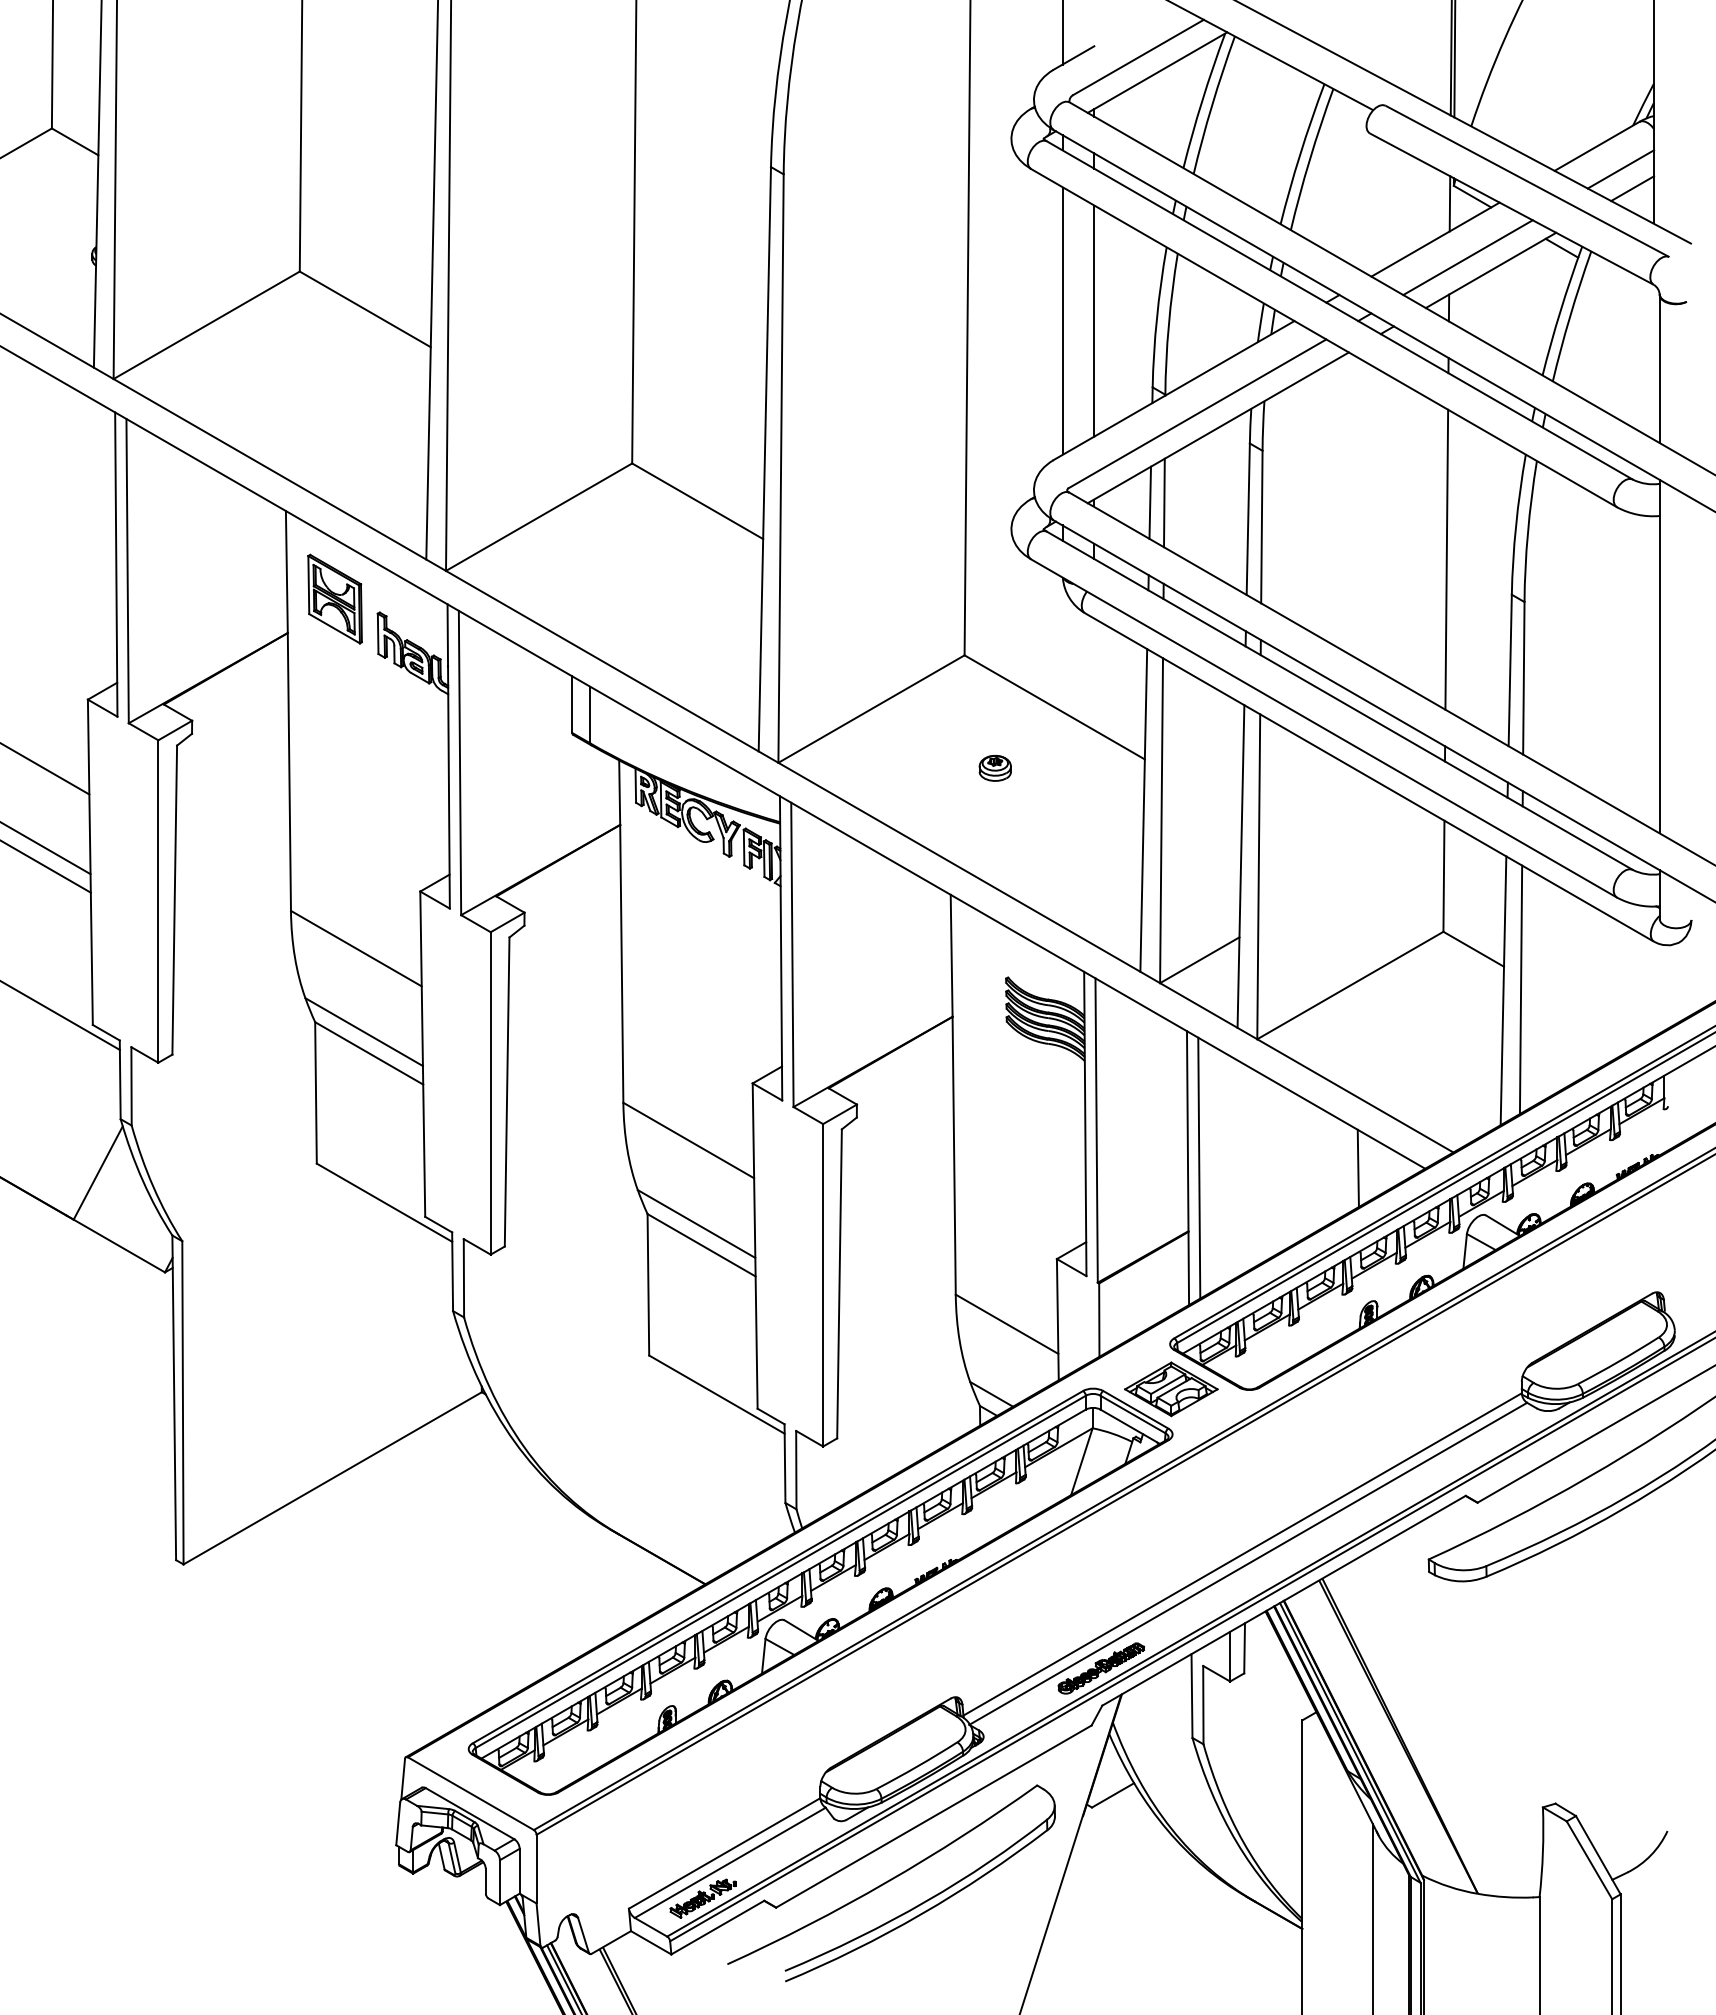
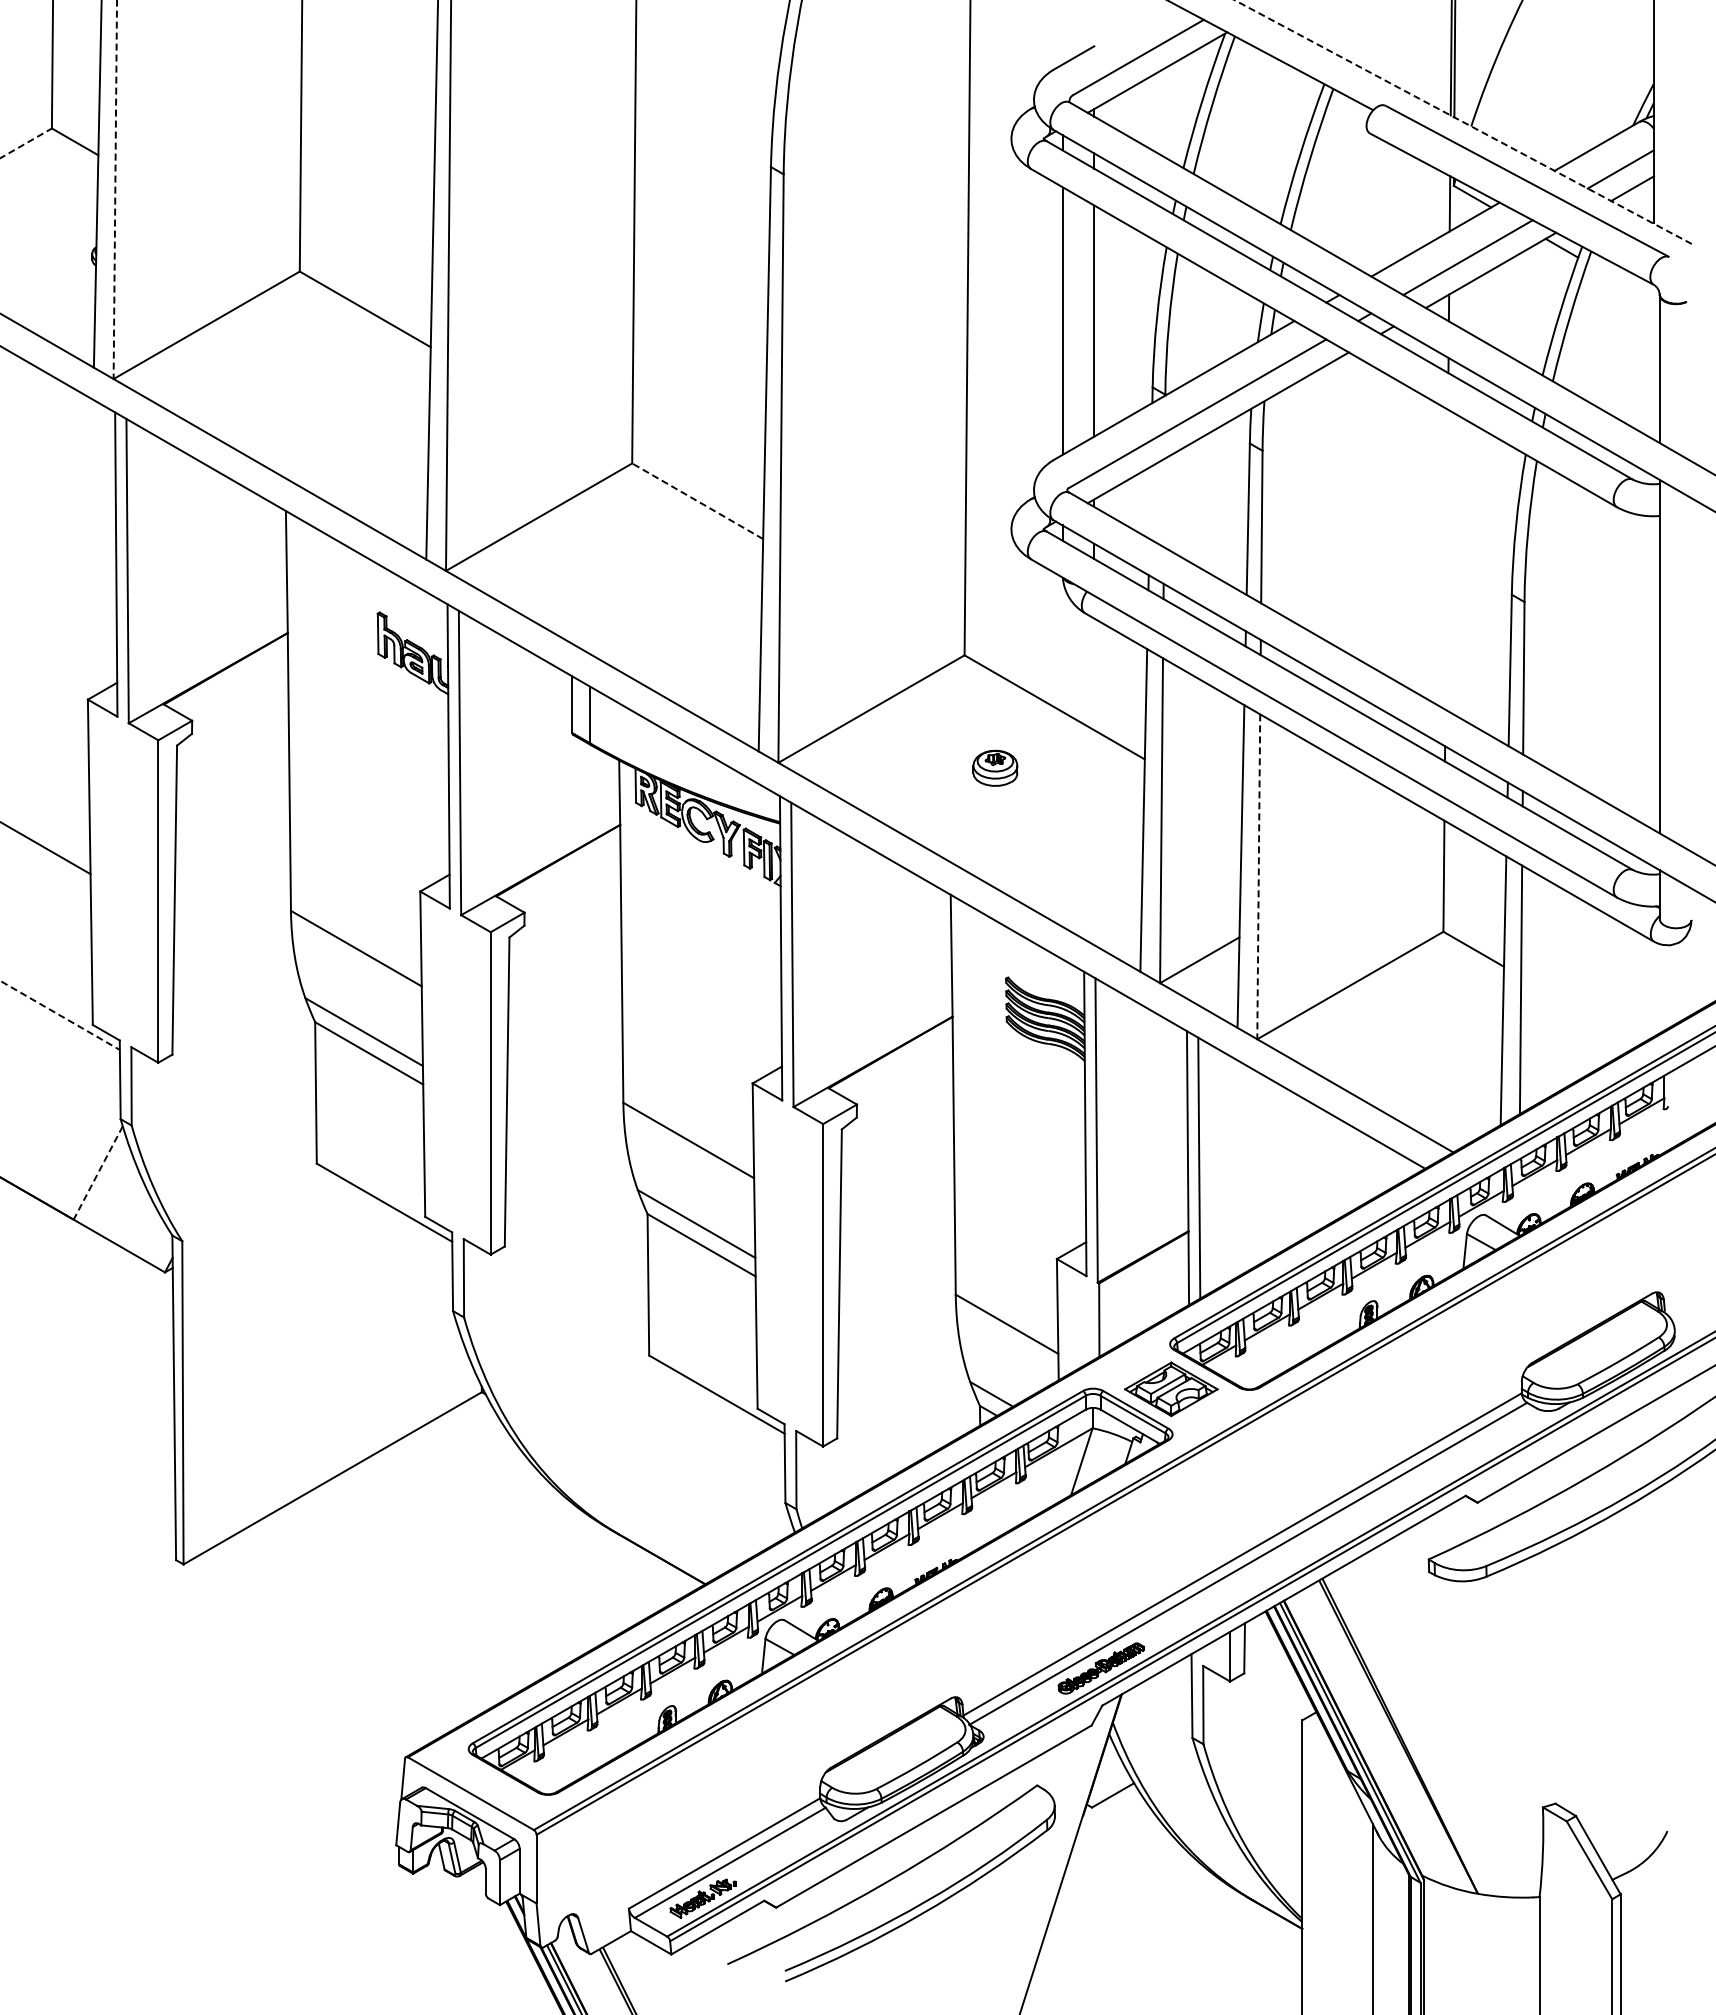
line at (1062, 33): present -> none
line at (1462, 121): solid -> dashed
line at (26, 142): solid -> dashed
line at (115, 190): solid -> dashed
line at (697, 501): solid -> dashed
line at (1150, 502): present -> none
line at (1164, 502): present -> none
line at (1446, 559): present -> none
part at (334, 598): present -> none
part at (994, 768) size: 34x27 px -> 47x38 px
line at (45, 769): present -> none
line at (46, 866): present -> none
line at (1258, 877): solid -> dashed
line at (60, 1015): solid -> dashed
line at (1357, 1168): present -> none
line at (98, 1173): solid -> dashed
